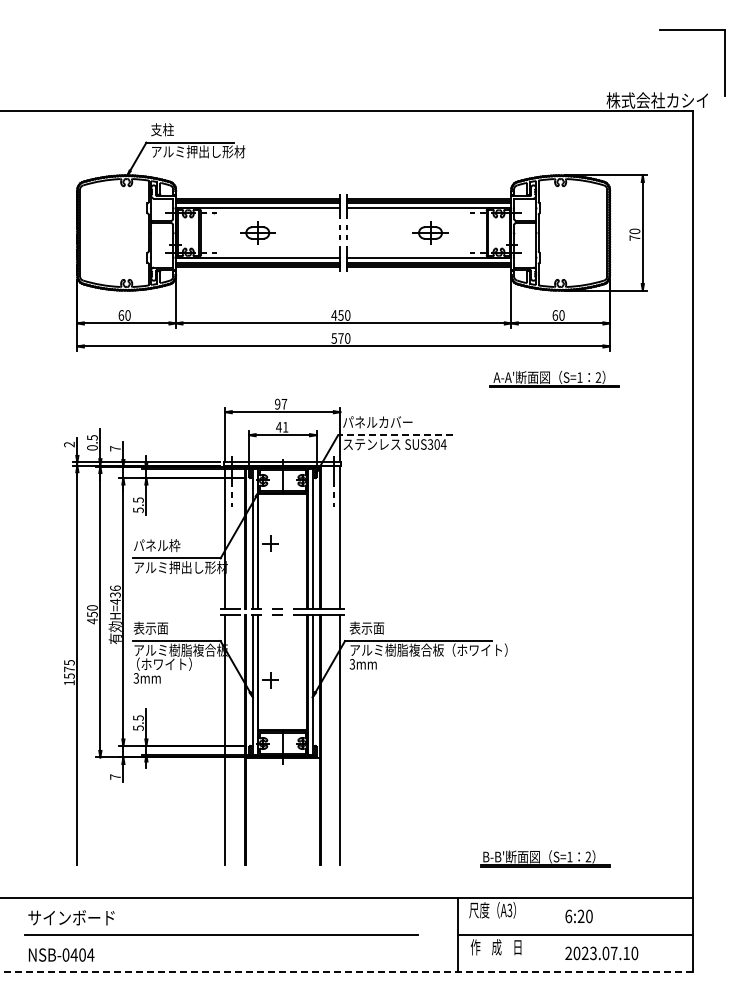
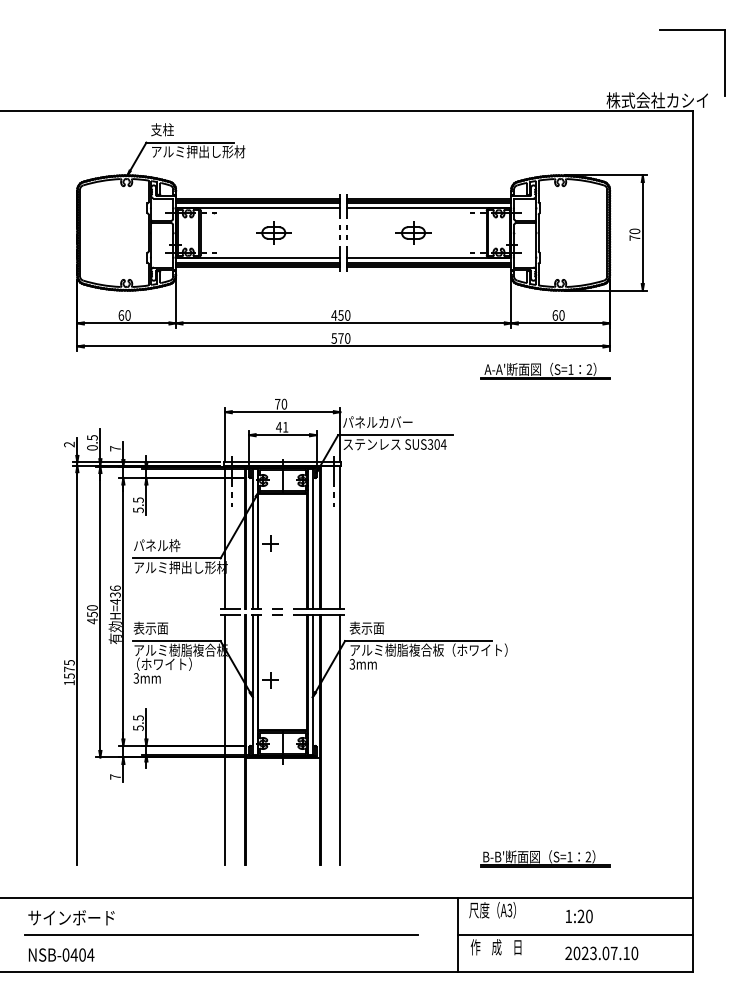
part at (257, 232) position: (257, 232) -> (273, 232)
part at (430, 232) position: (430, 232) -> (413, 232)
part at (554, 378) position: (554, 378) -> (545, 370)
text at (281, 403): 97 -> 70
line at (395, 435): dashed -> solid
text at (568, 916): 6:20 -> 1:20
line at (346, 971): dashed -> solid
